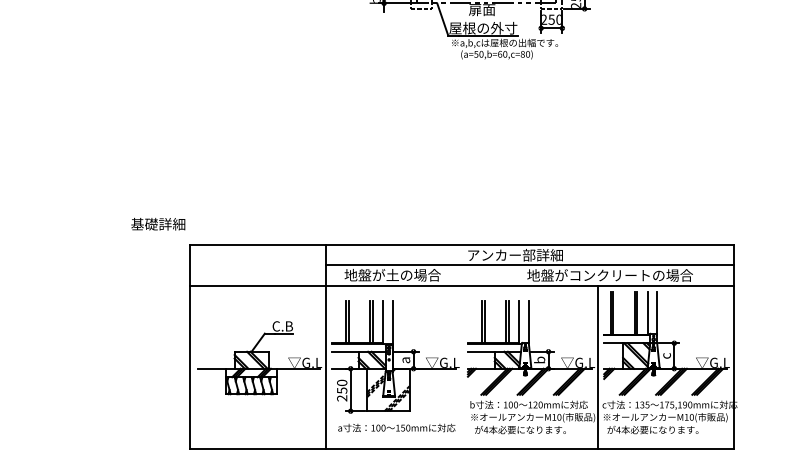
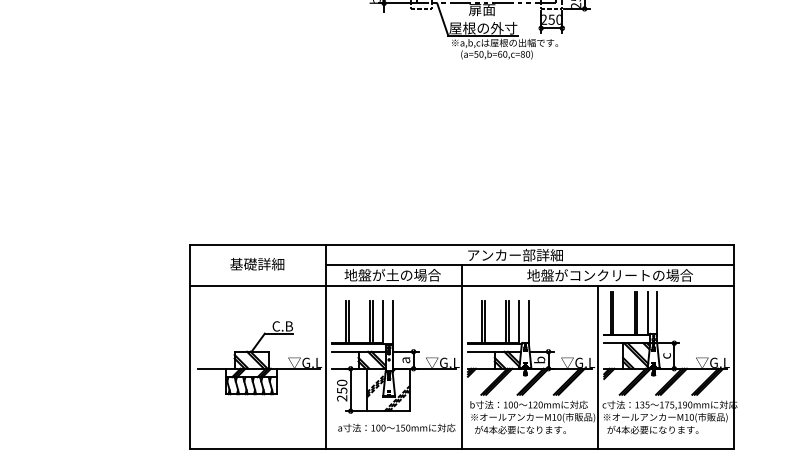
text at (158, 223) position: (158, 223) -> (257, 263)
line at (461, 356): none -> present
